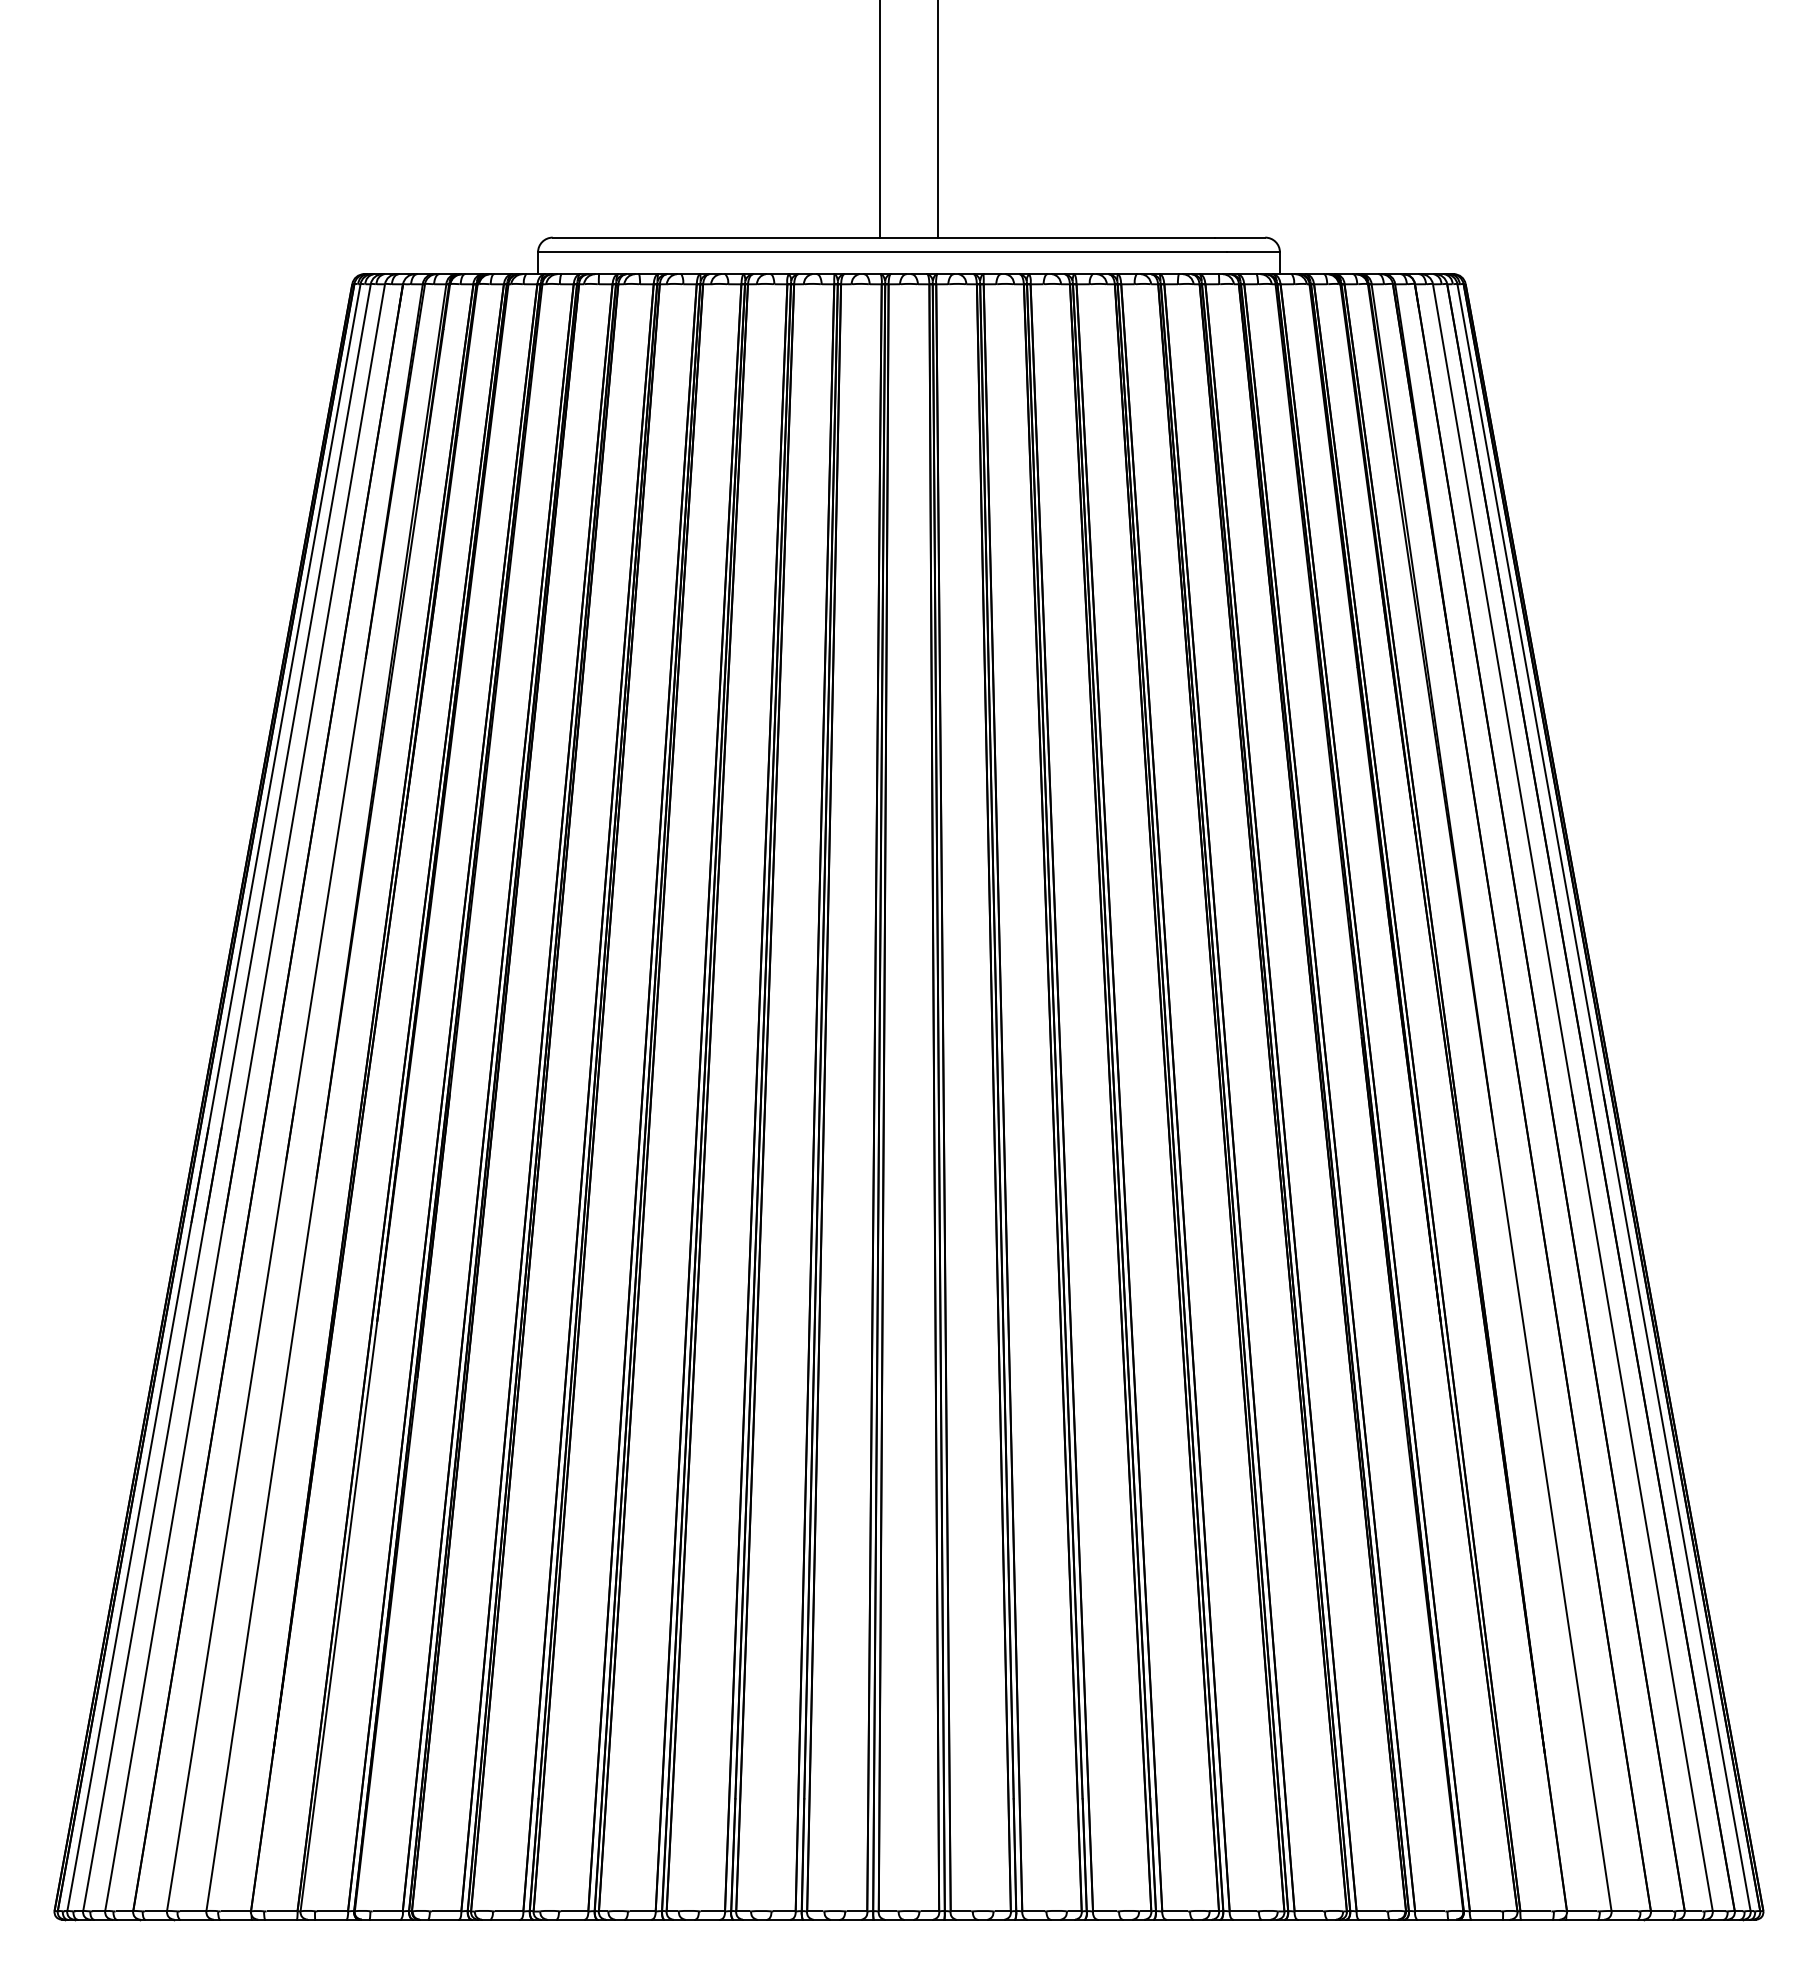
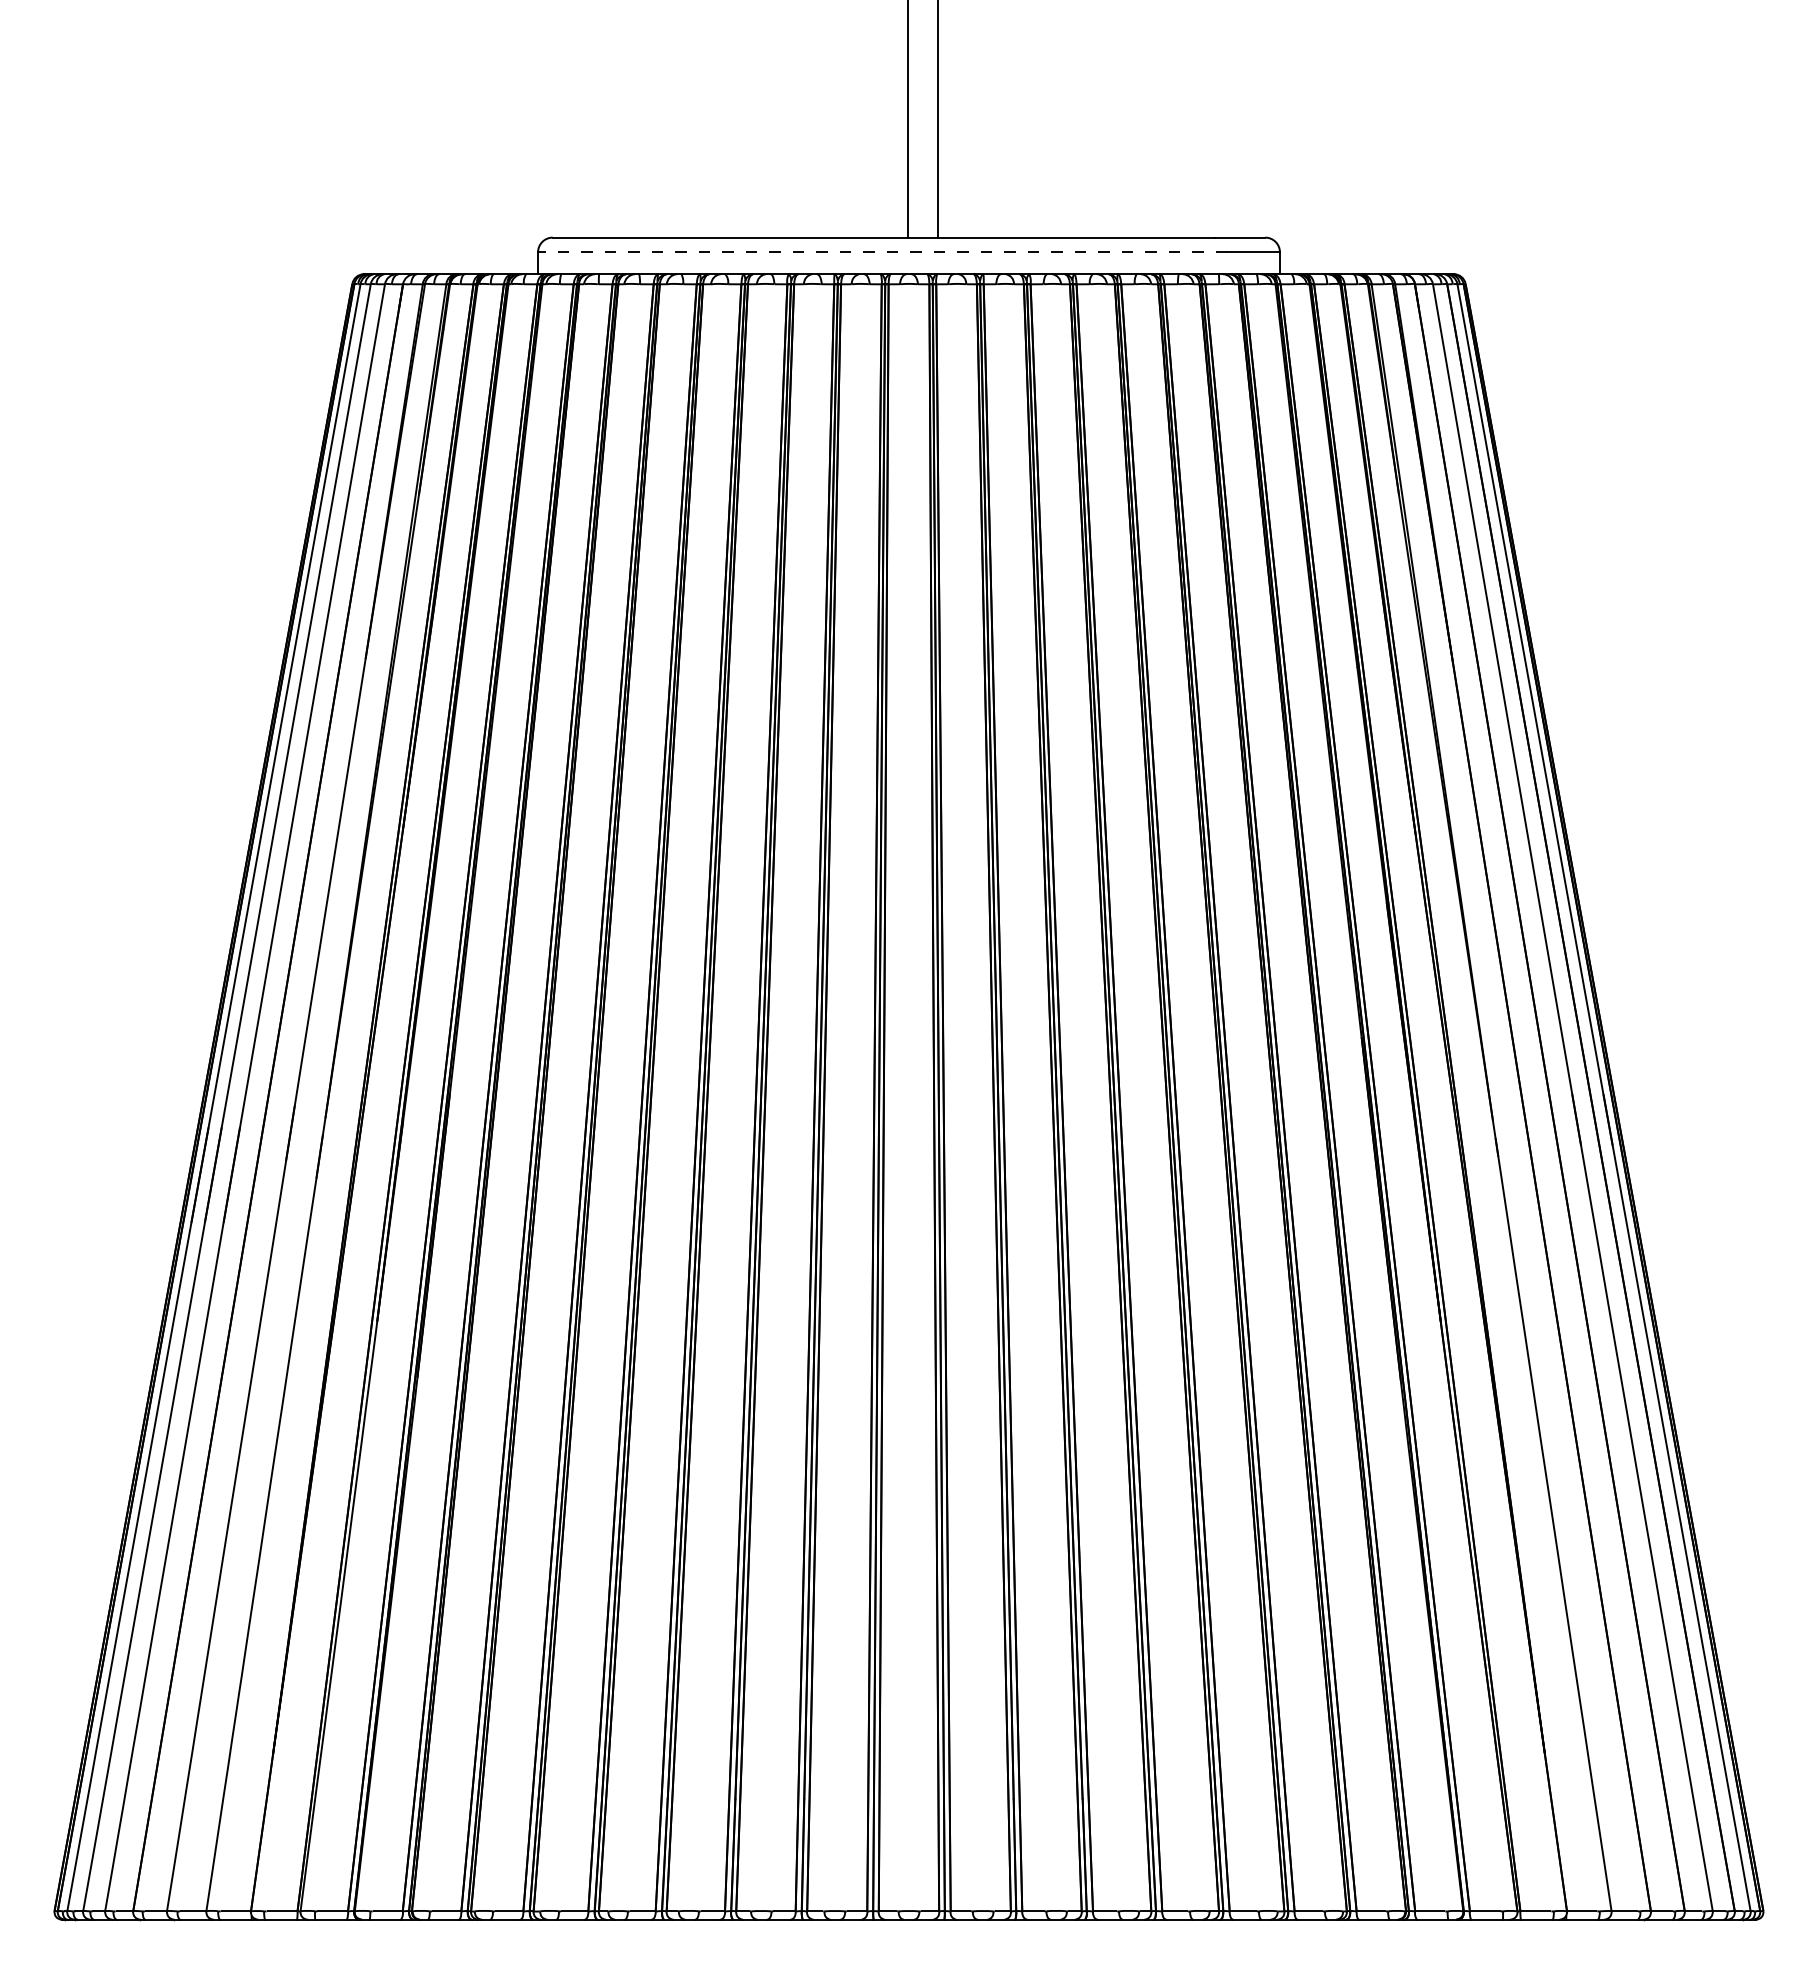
line at (879, 119) position: (879, 119) -> (907, 119)
line at (882, 252): solid -> dashed
